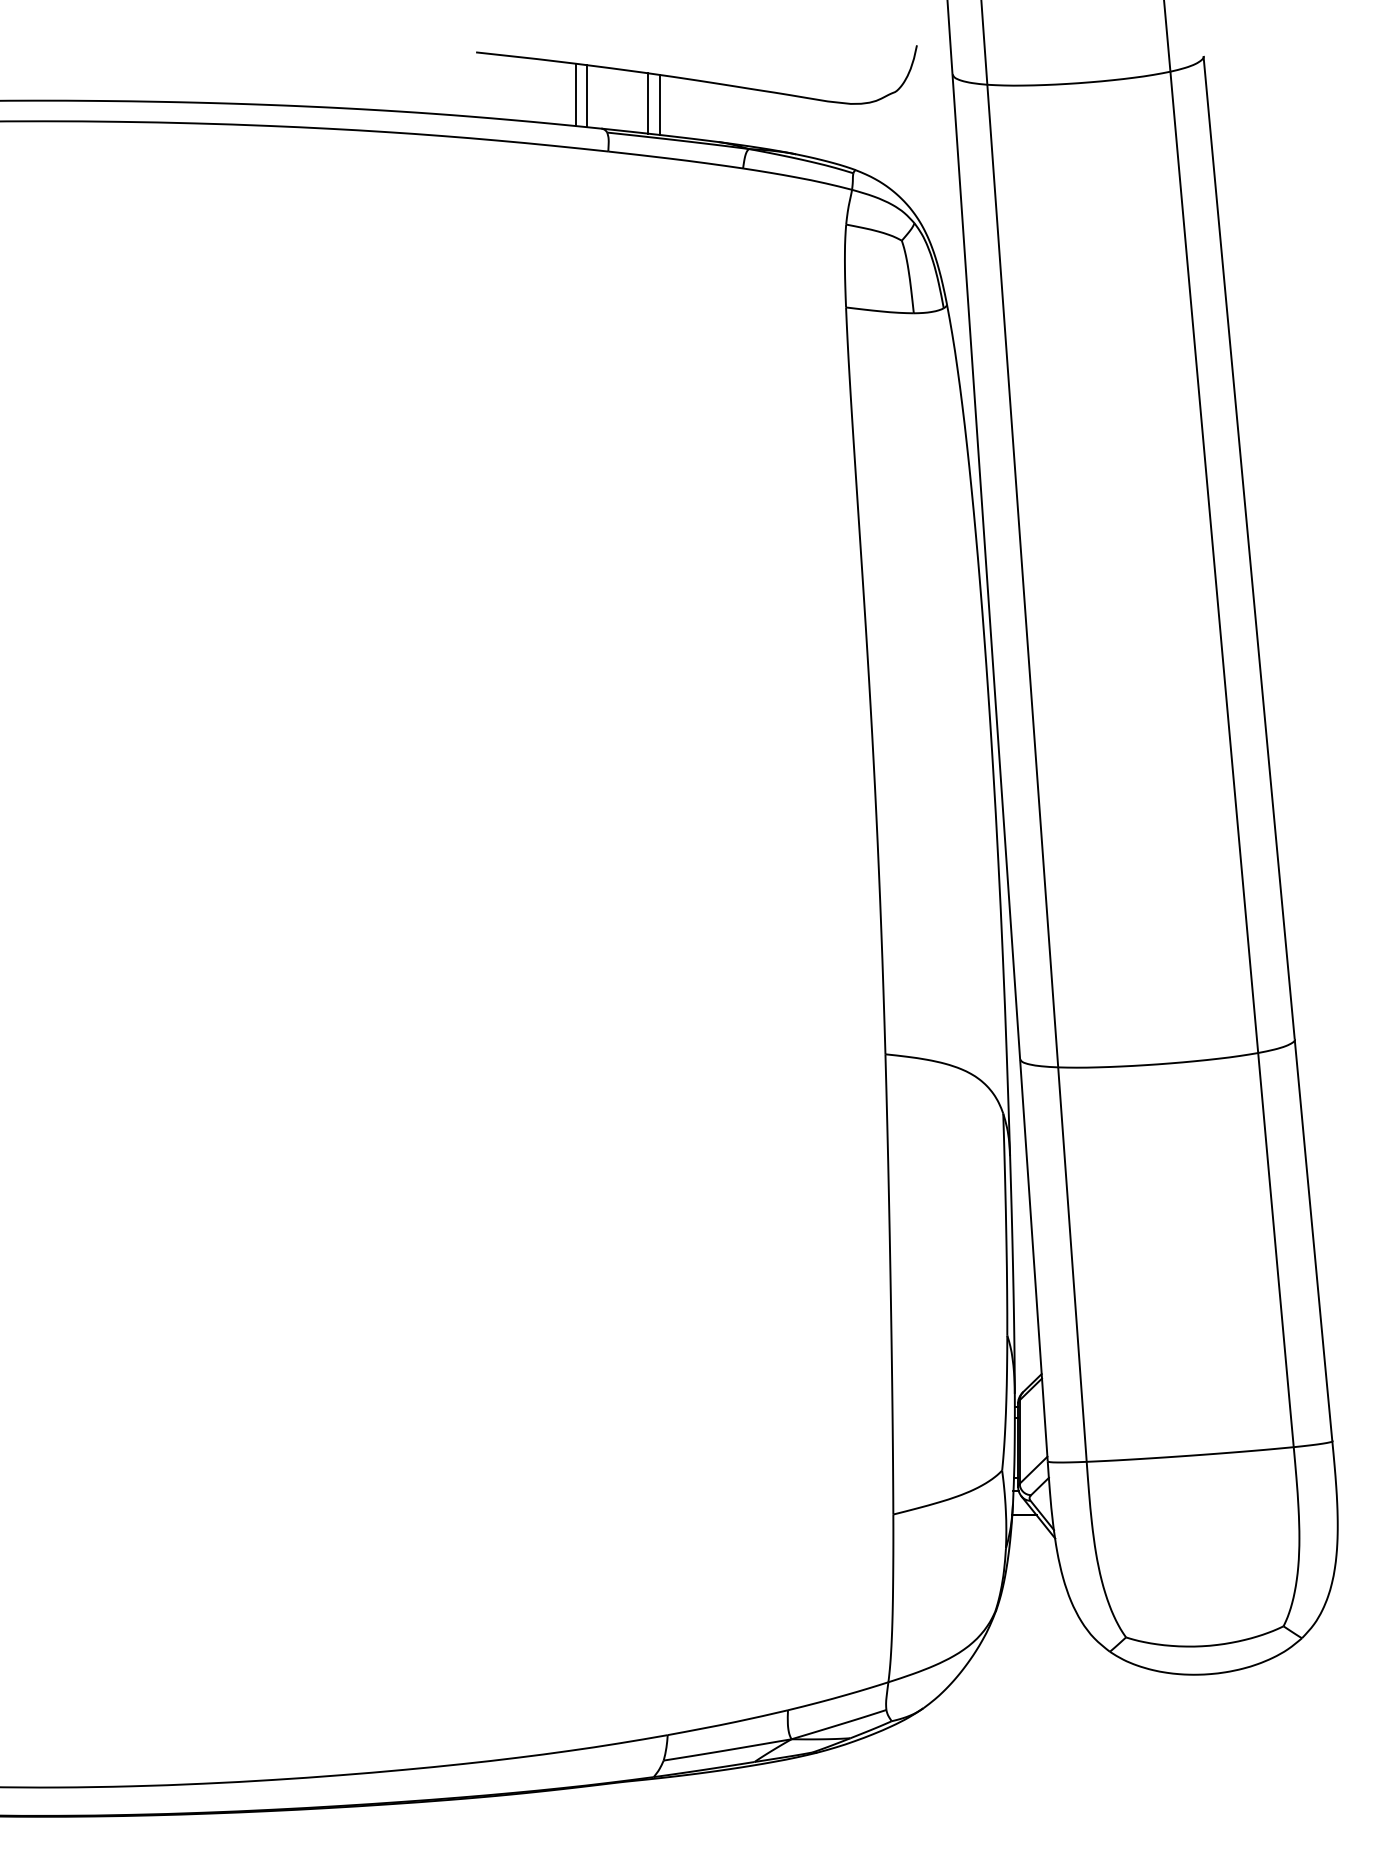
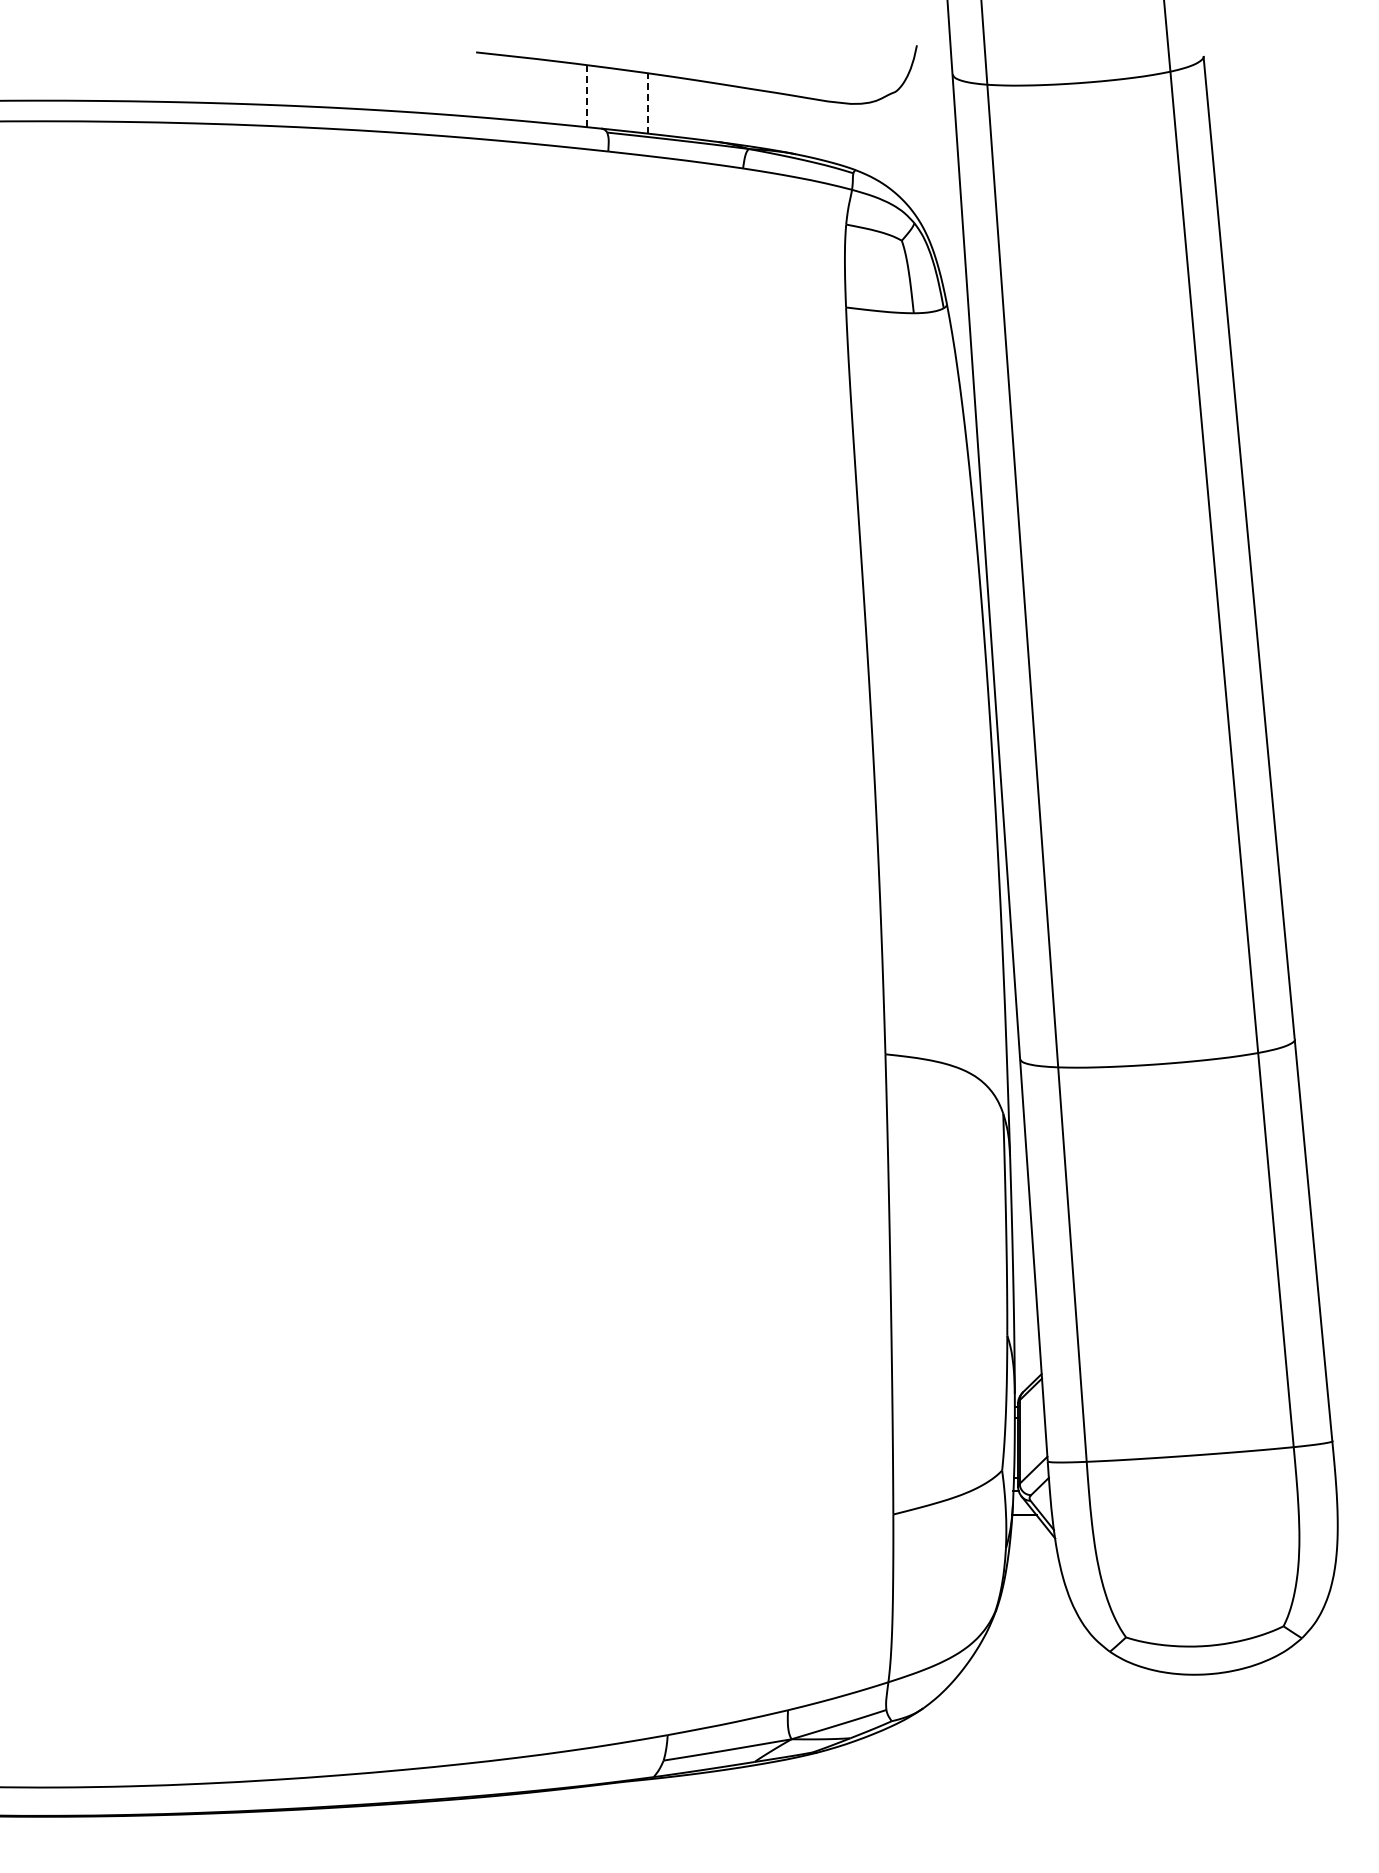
line at (575, 94): present -> none
line at (587, 96): solid -> dashed
line at (648, 102): solid -> dashed
line at (659, 104): present -> none
